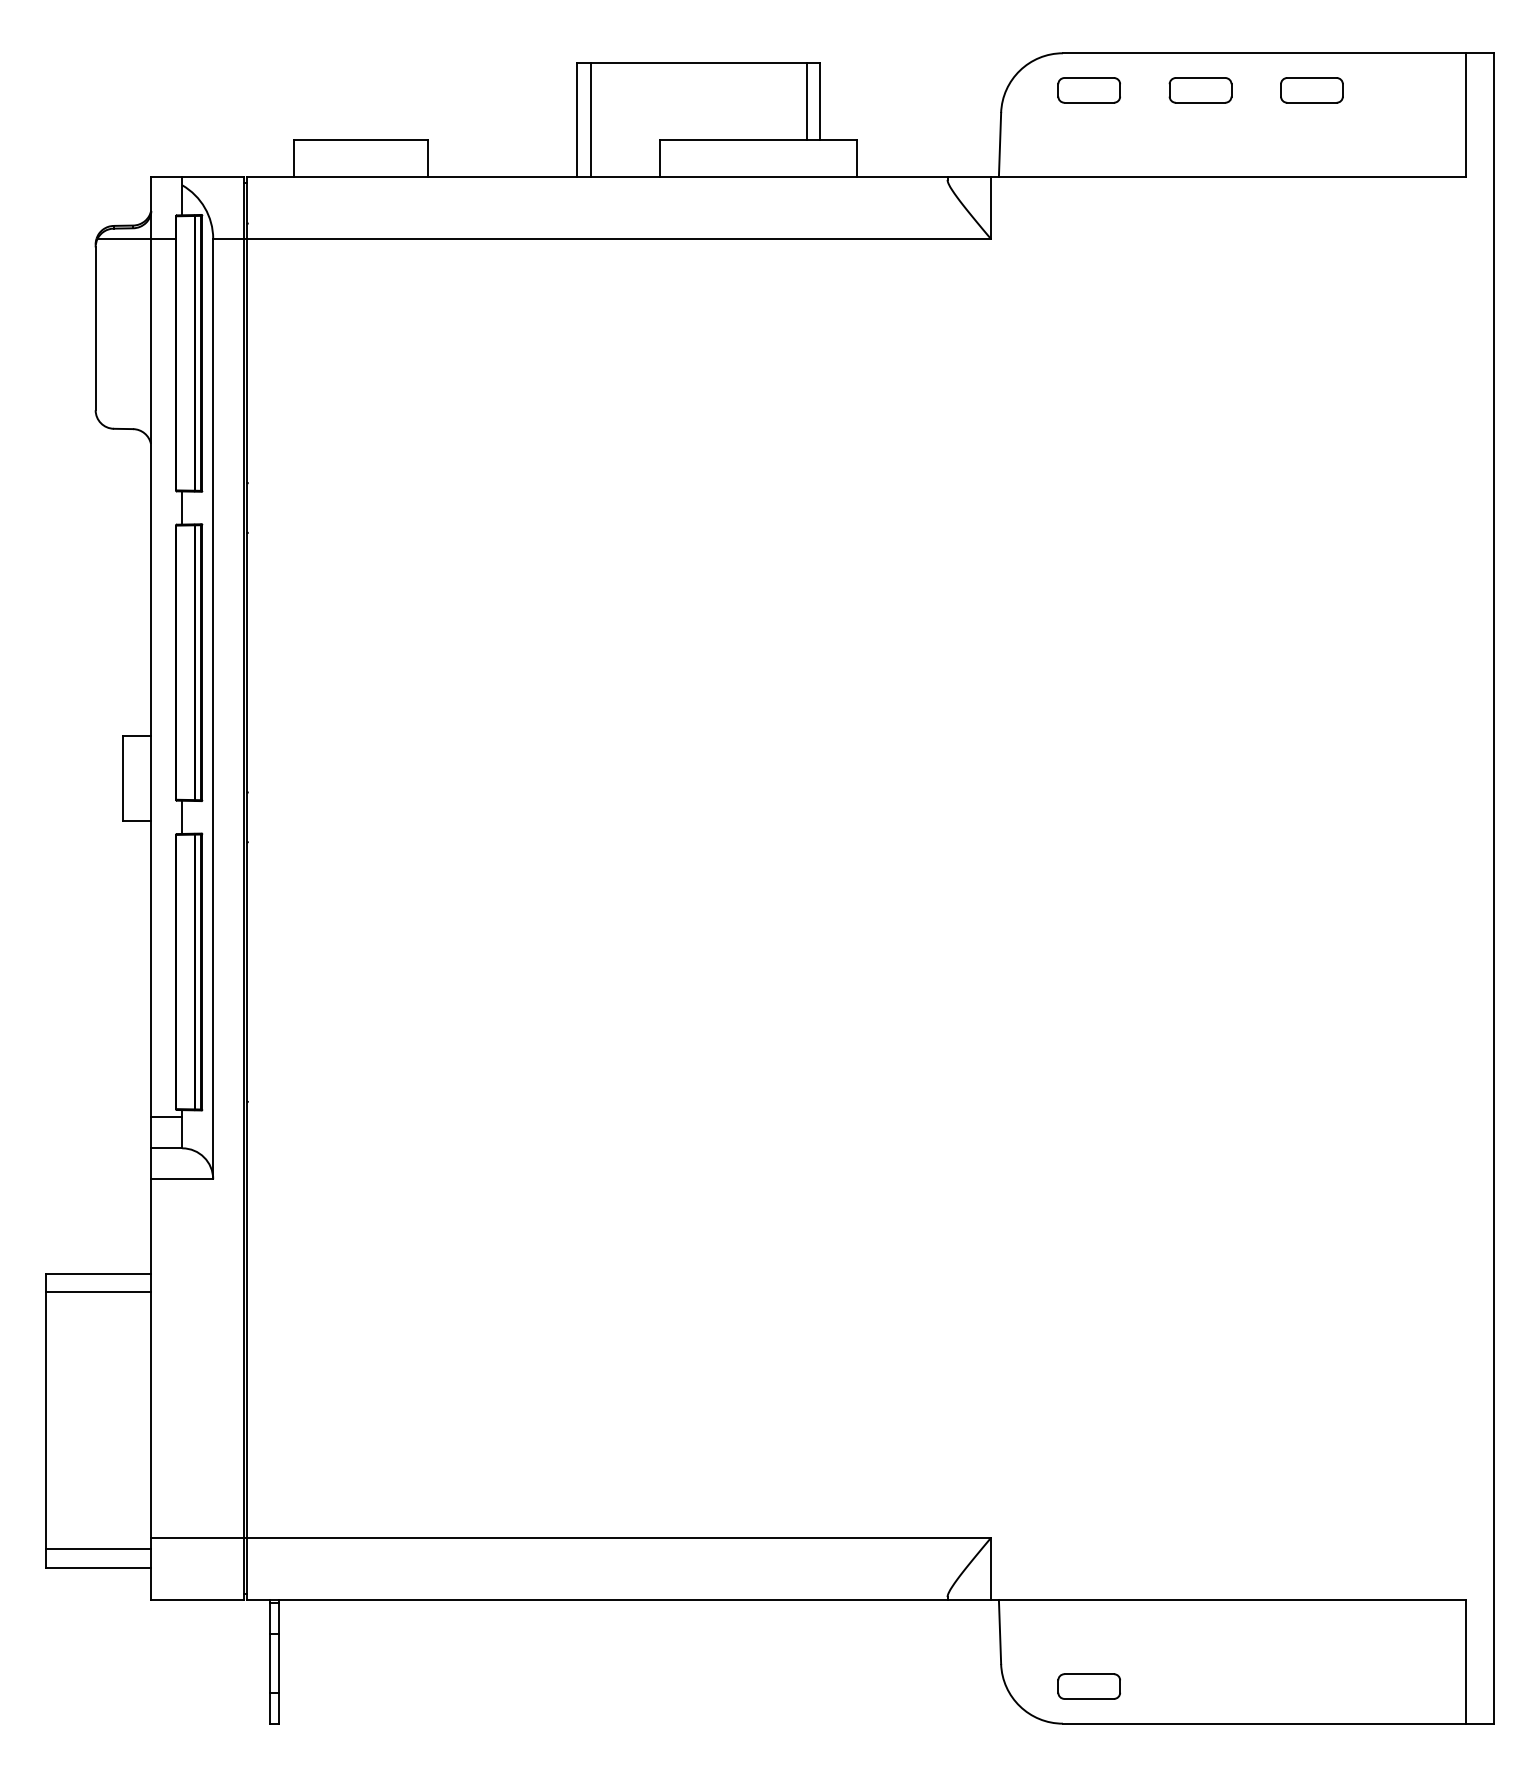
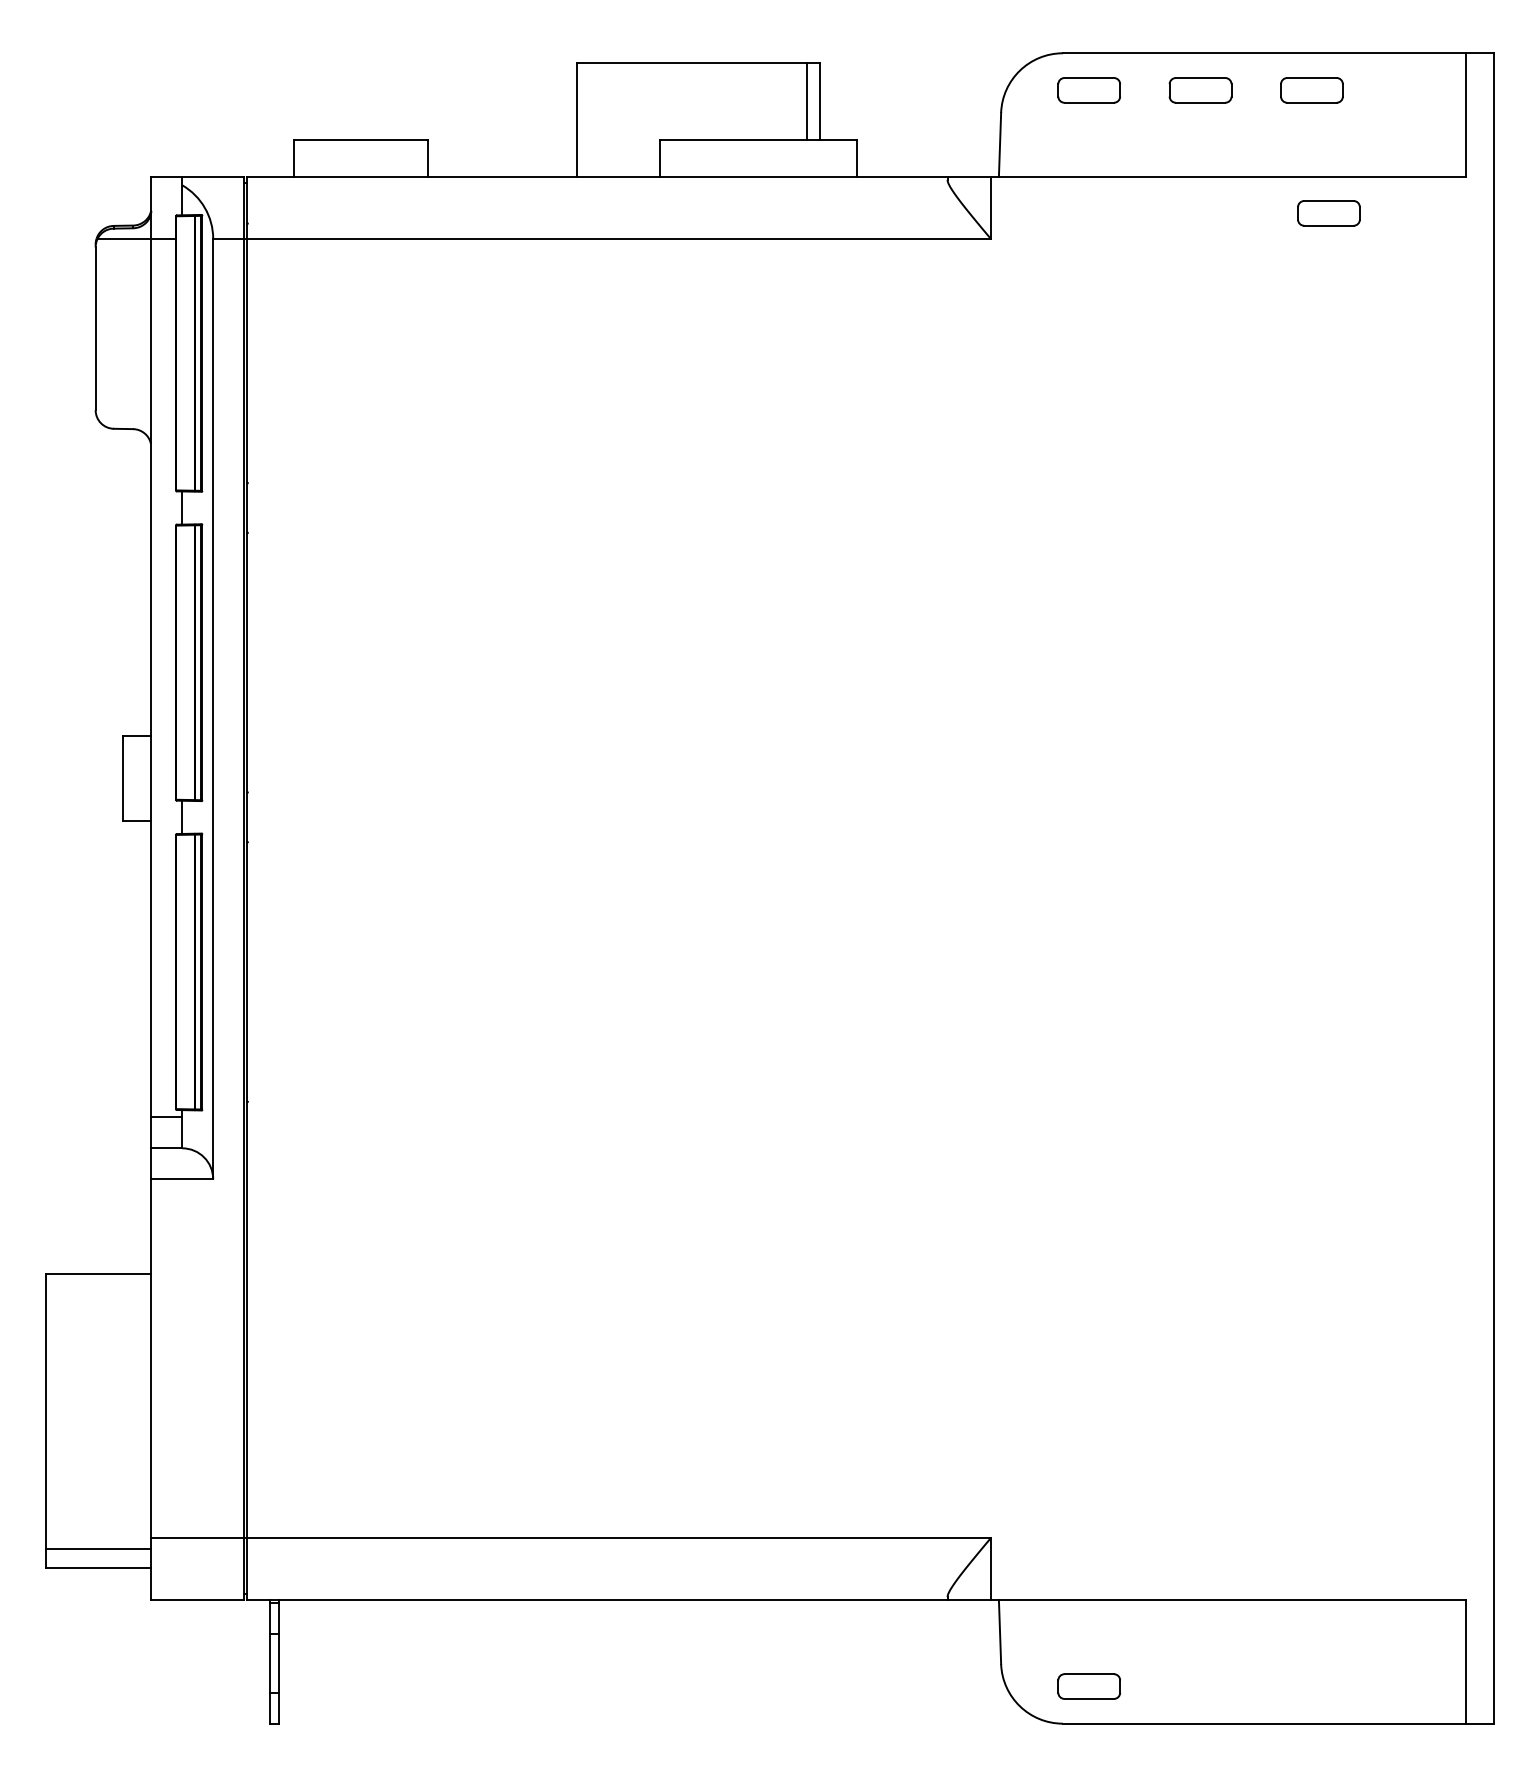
line at (590, 119): present -> none
part at (1328, 213): none -> present
line at (98, 1292): present -> none
